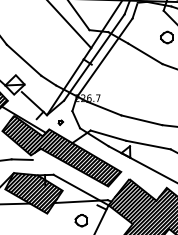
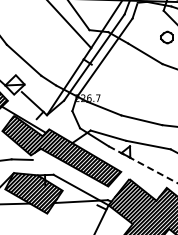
part at (60, 122): present -> none
line at (142, 164): solid -> dashed
part at (80, 220): present -> none
